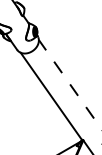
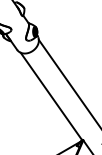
line at (70, 84): dashed -> solid
